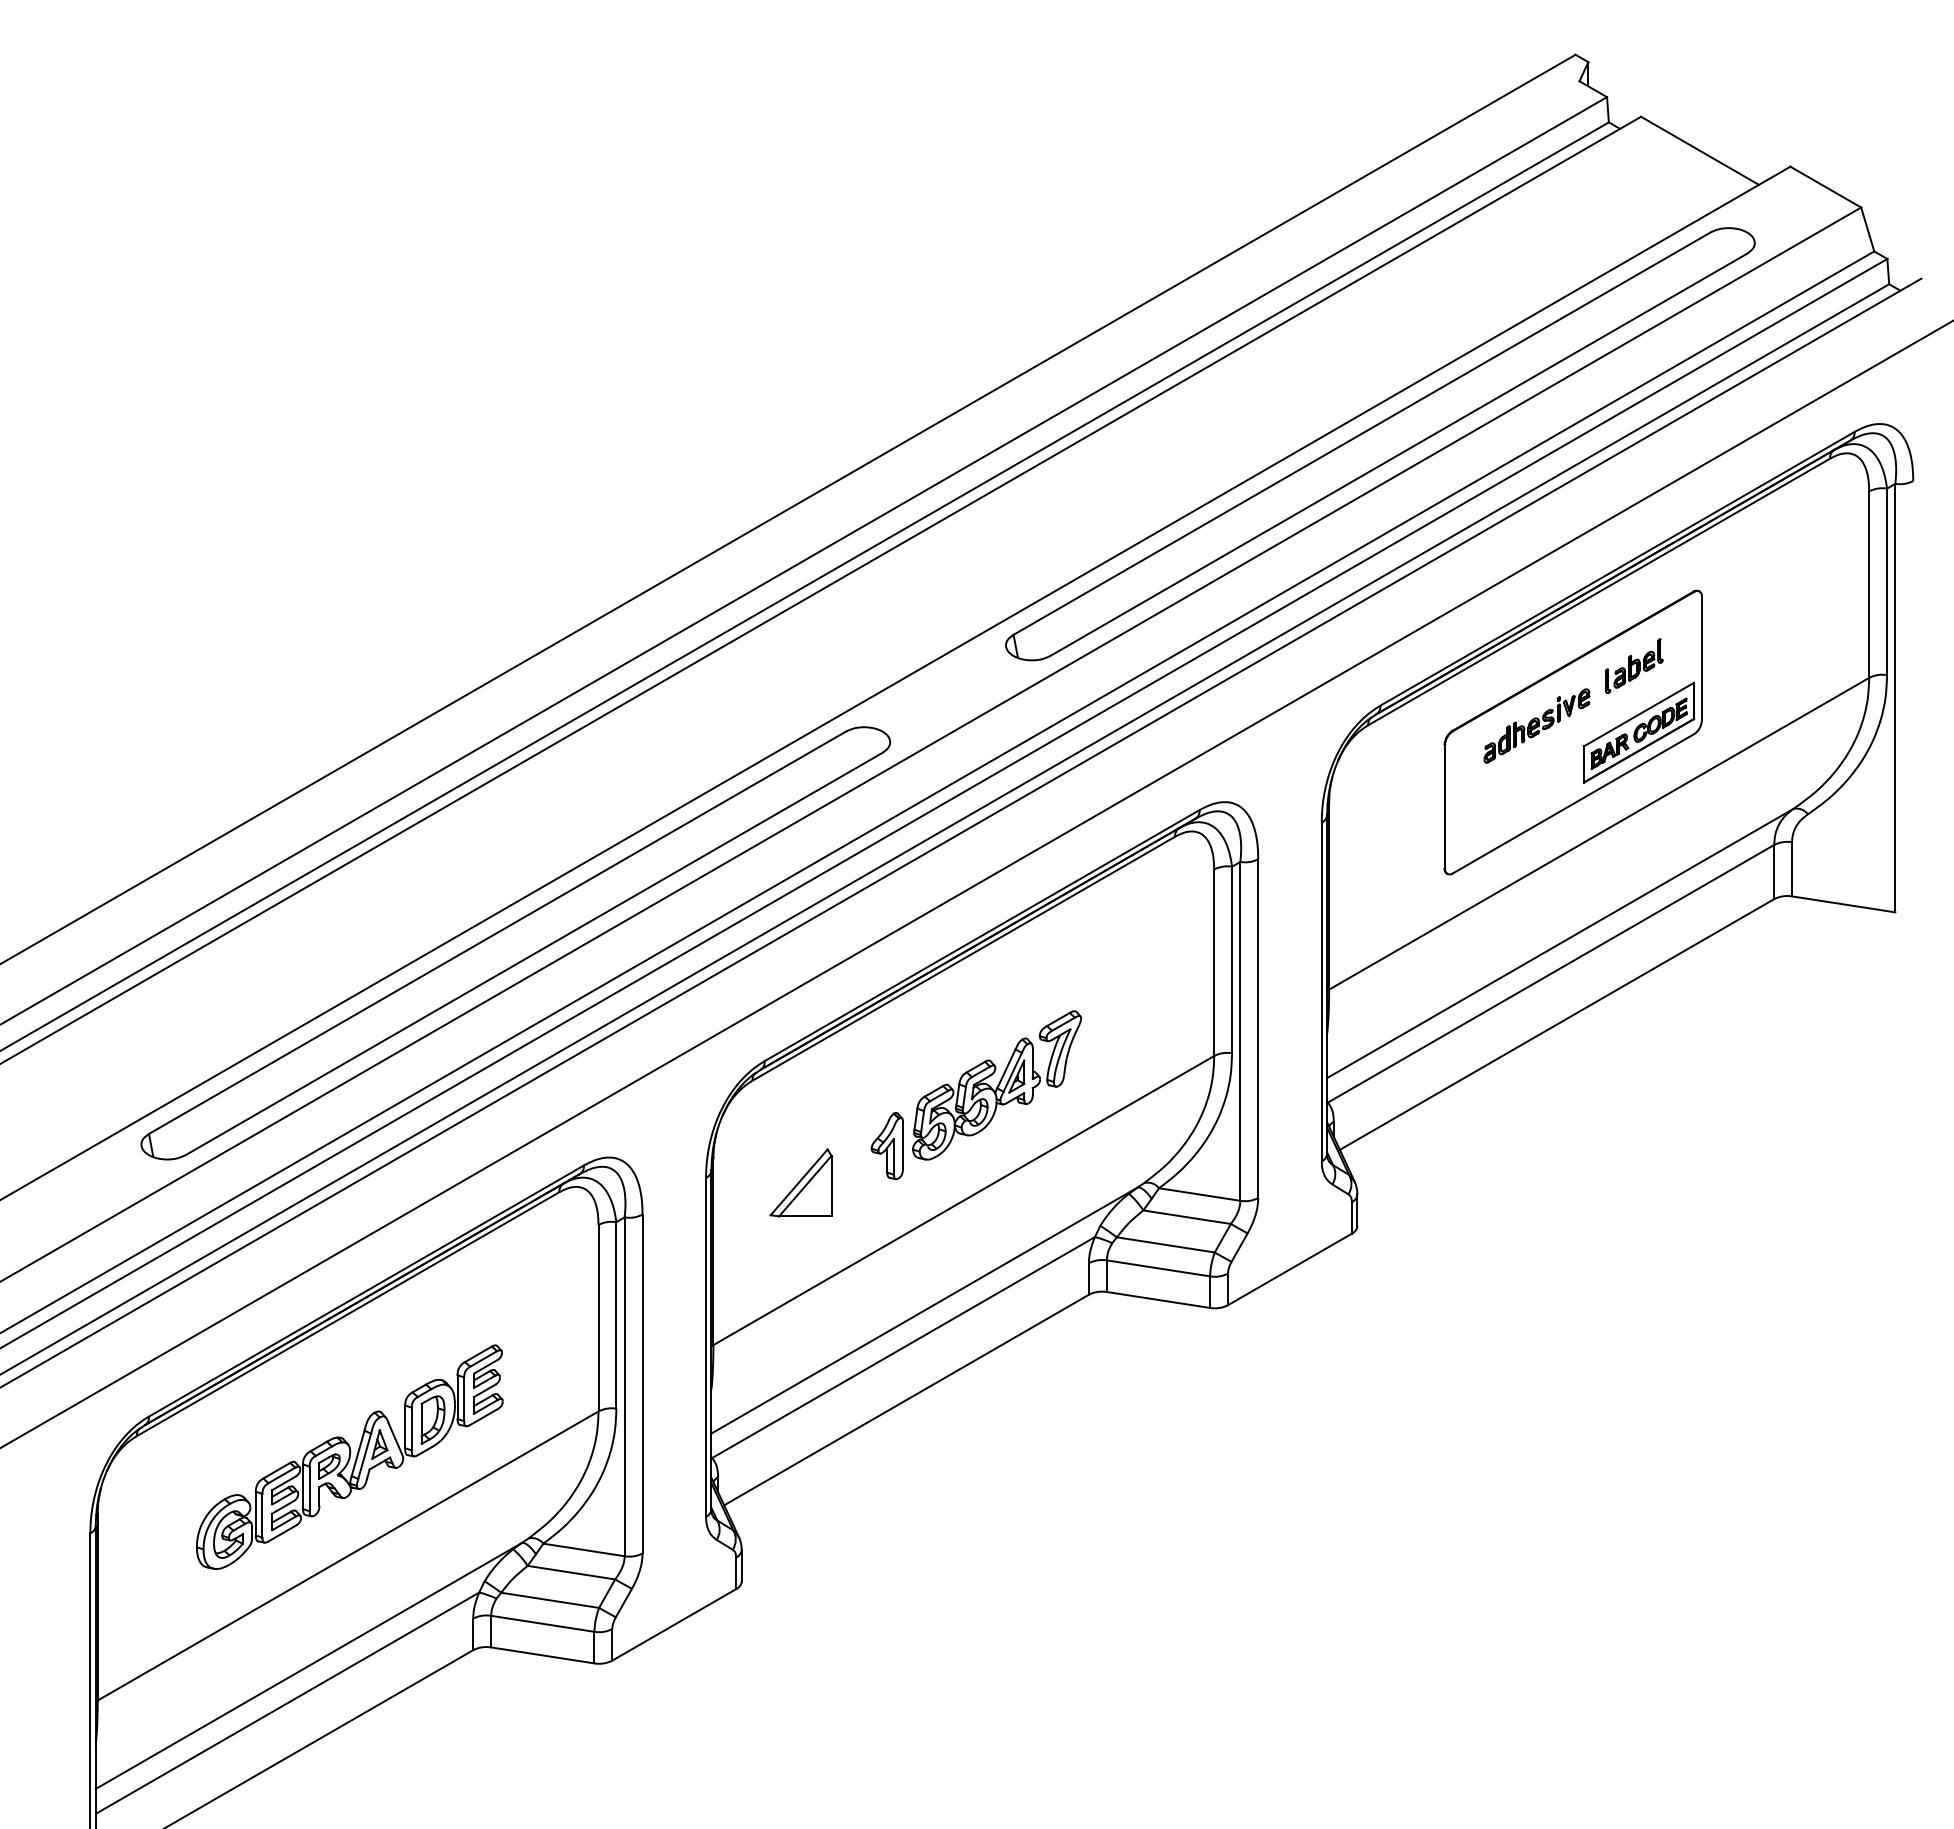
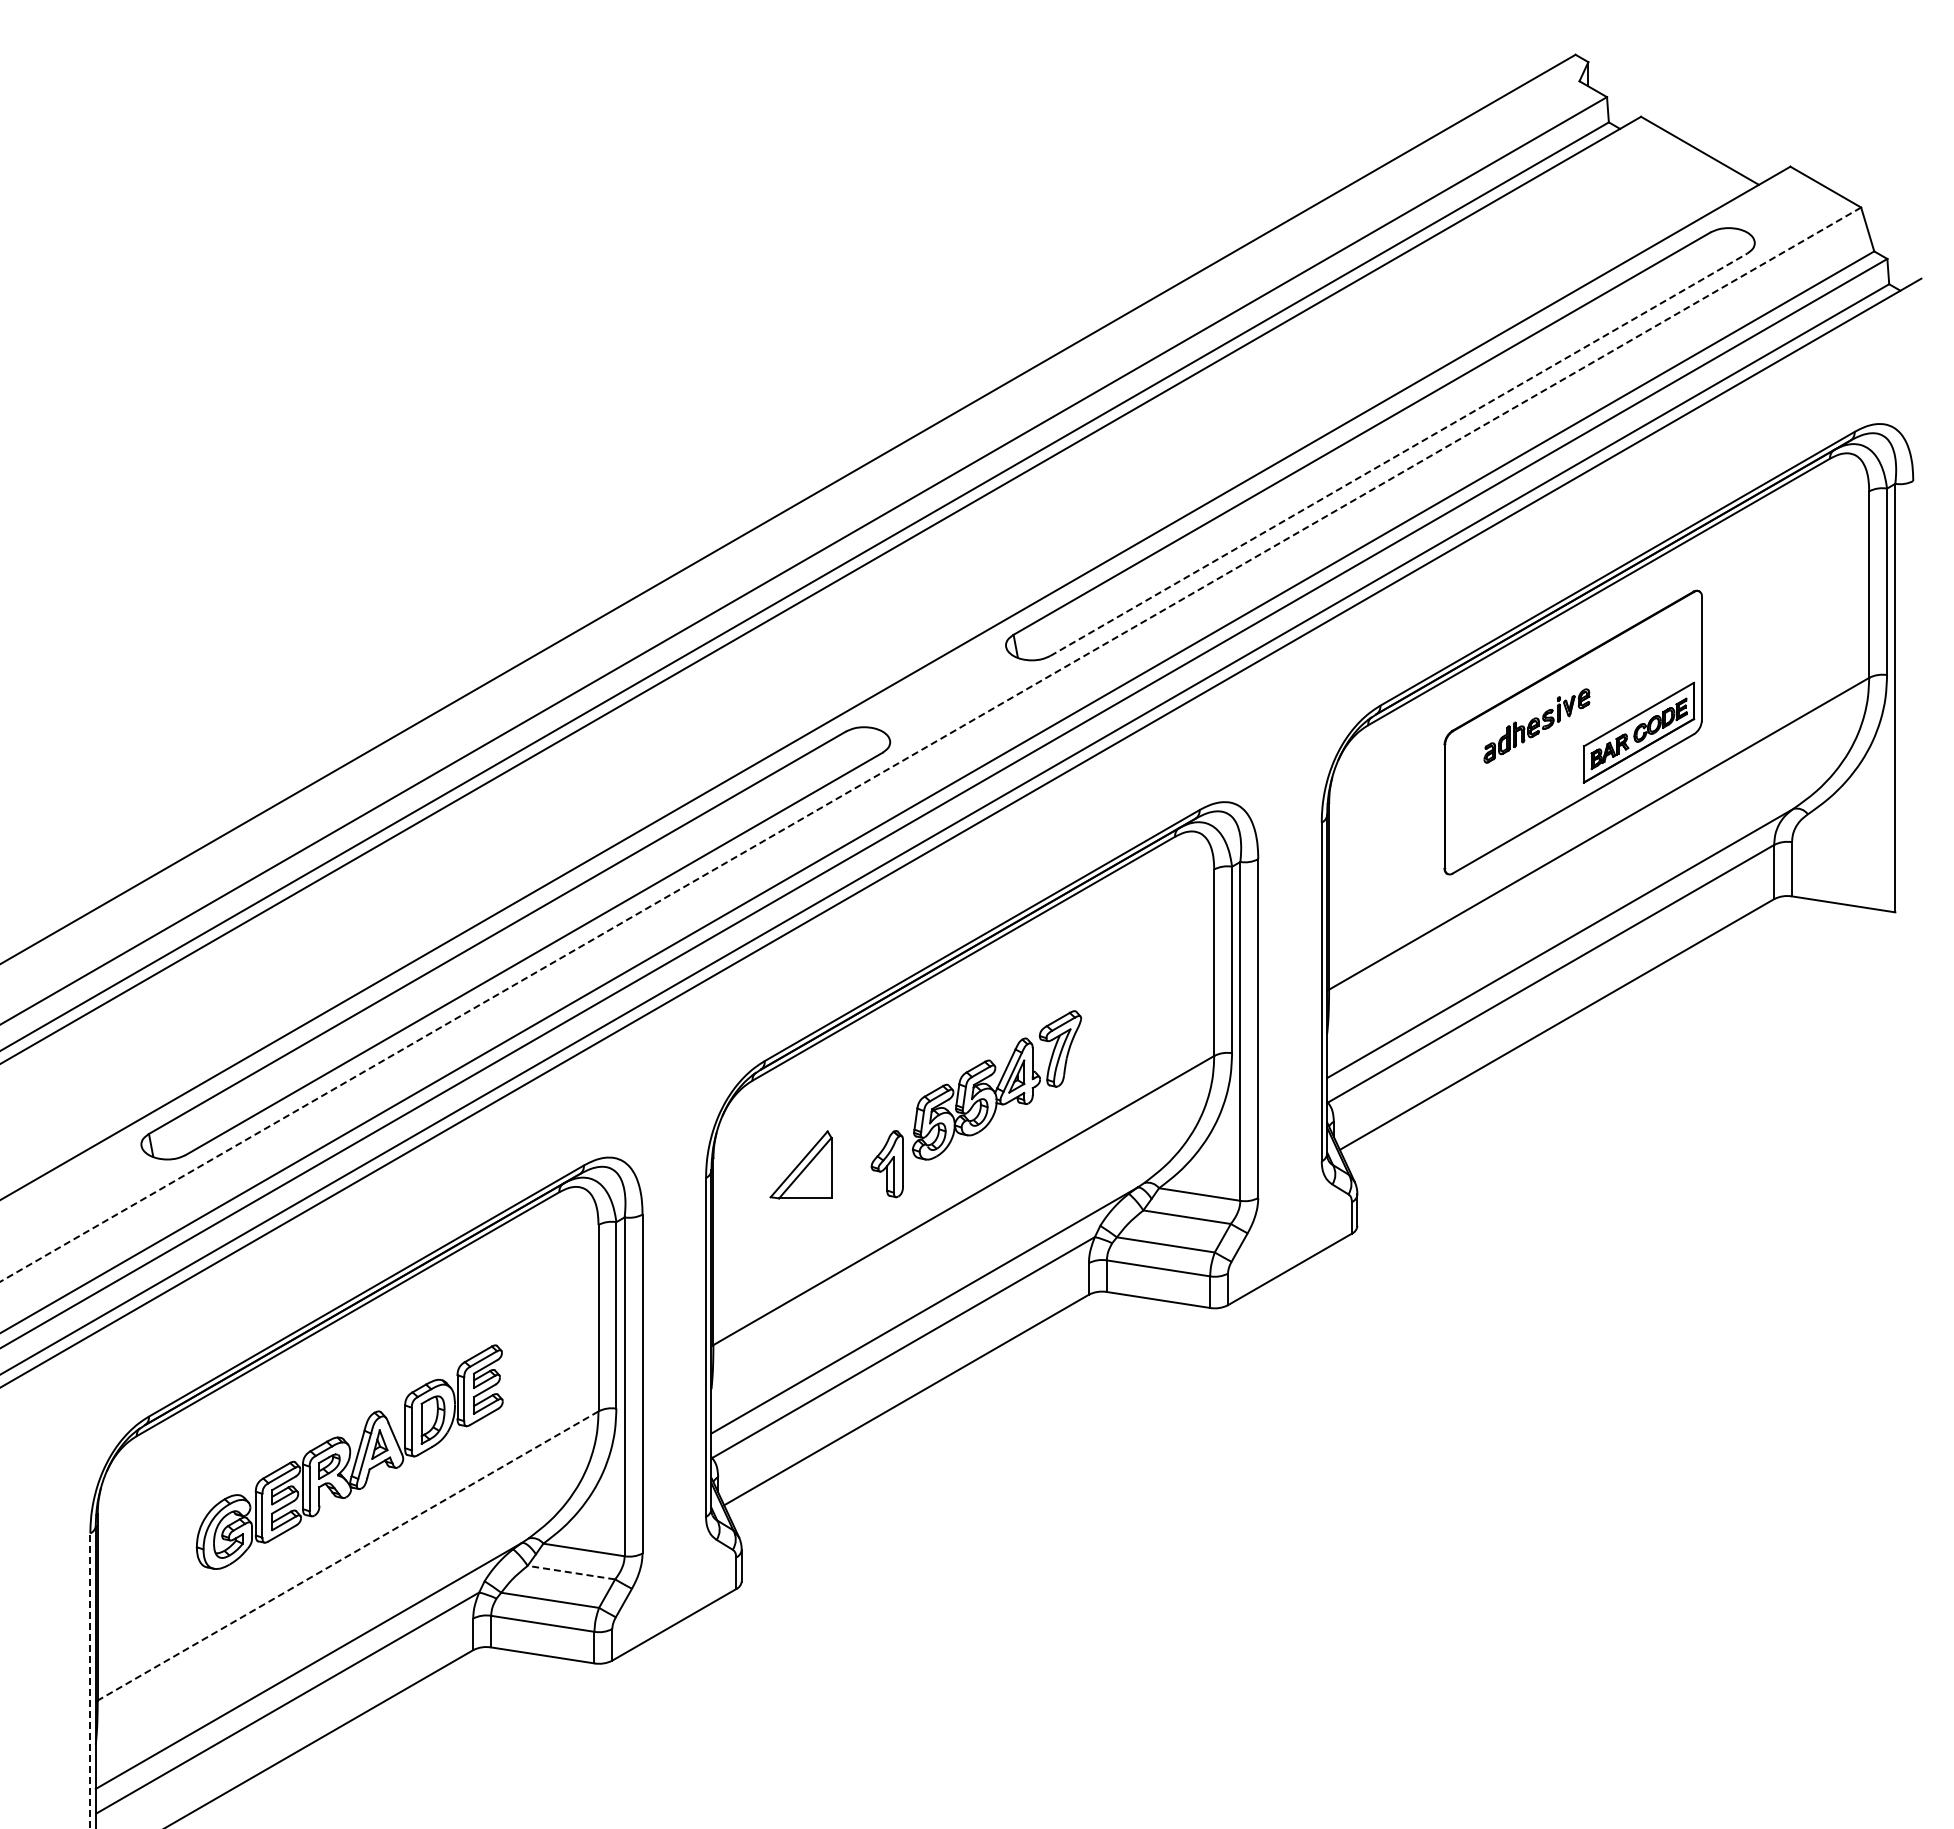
line at (1399, 454): solid -> dashed
part at (1634, 665): present -> none
line at (930, 744): solid -> dashed
line at (976, 884): present -> none
part at (886, 1146) position: (886, 1146) -> (886, 1164)
part at (800, 1182) position: (800, 1182) -> (800, 1164)
line at (347, 1556): solid -> dashed
line at (570, 1572): solid -> dashed
line at (90, 1680): solid -> dashed
